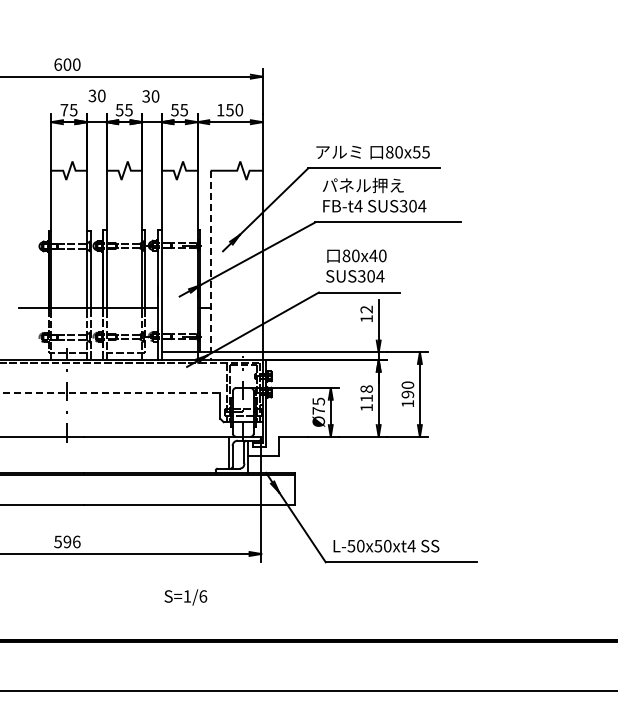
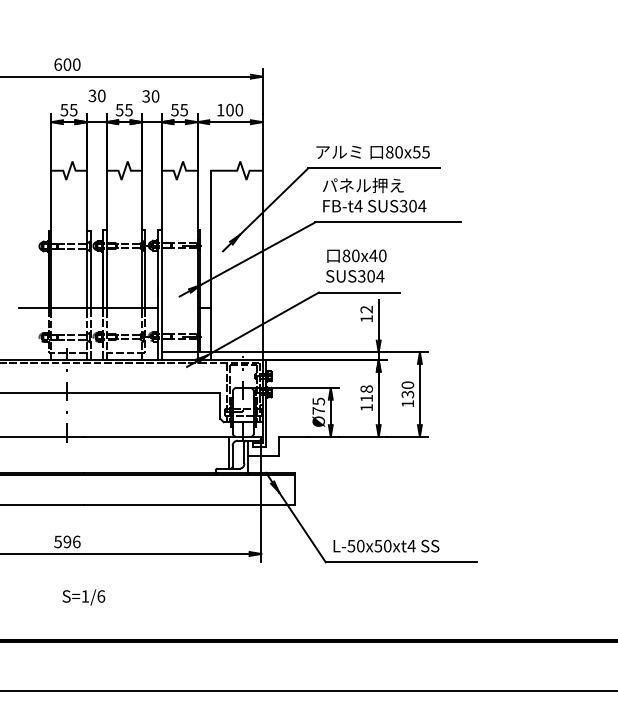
text at (229, 109): 150 -> 100
text at (64, 110): 75 -> 55
line at (210, 265): dashed -> solid
line at (110, 392): dashed -> solid
text at (407, 394): 190 -> 130
text at (185, 597) position: (185, 597) -> (83, 597)
